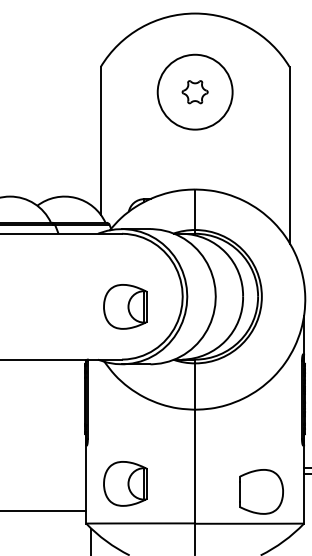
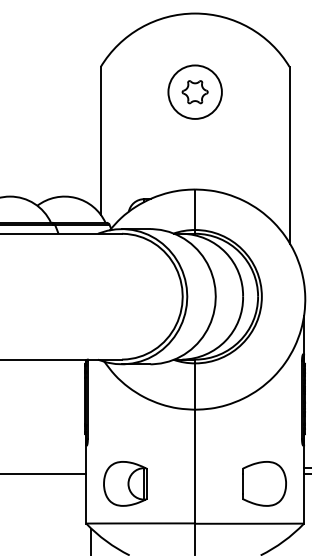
circle at (194, 91) diameter: 75 px -> 53 px
part at (125, 306): present -> none
part at (261, 491) position: (261, 491) -> (264, 483)
line at (44, 511) position: (44, 511) -> (44, 474)
